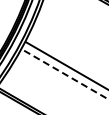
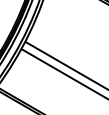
line at (64, 74): dashed -> solid
